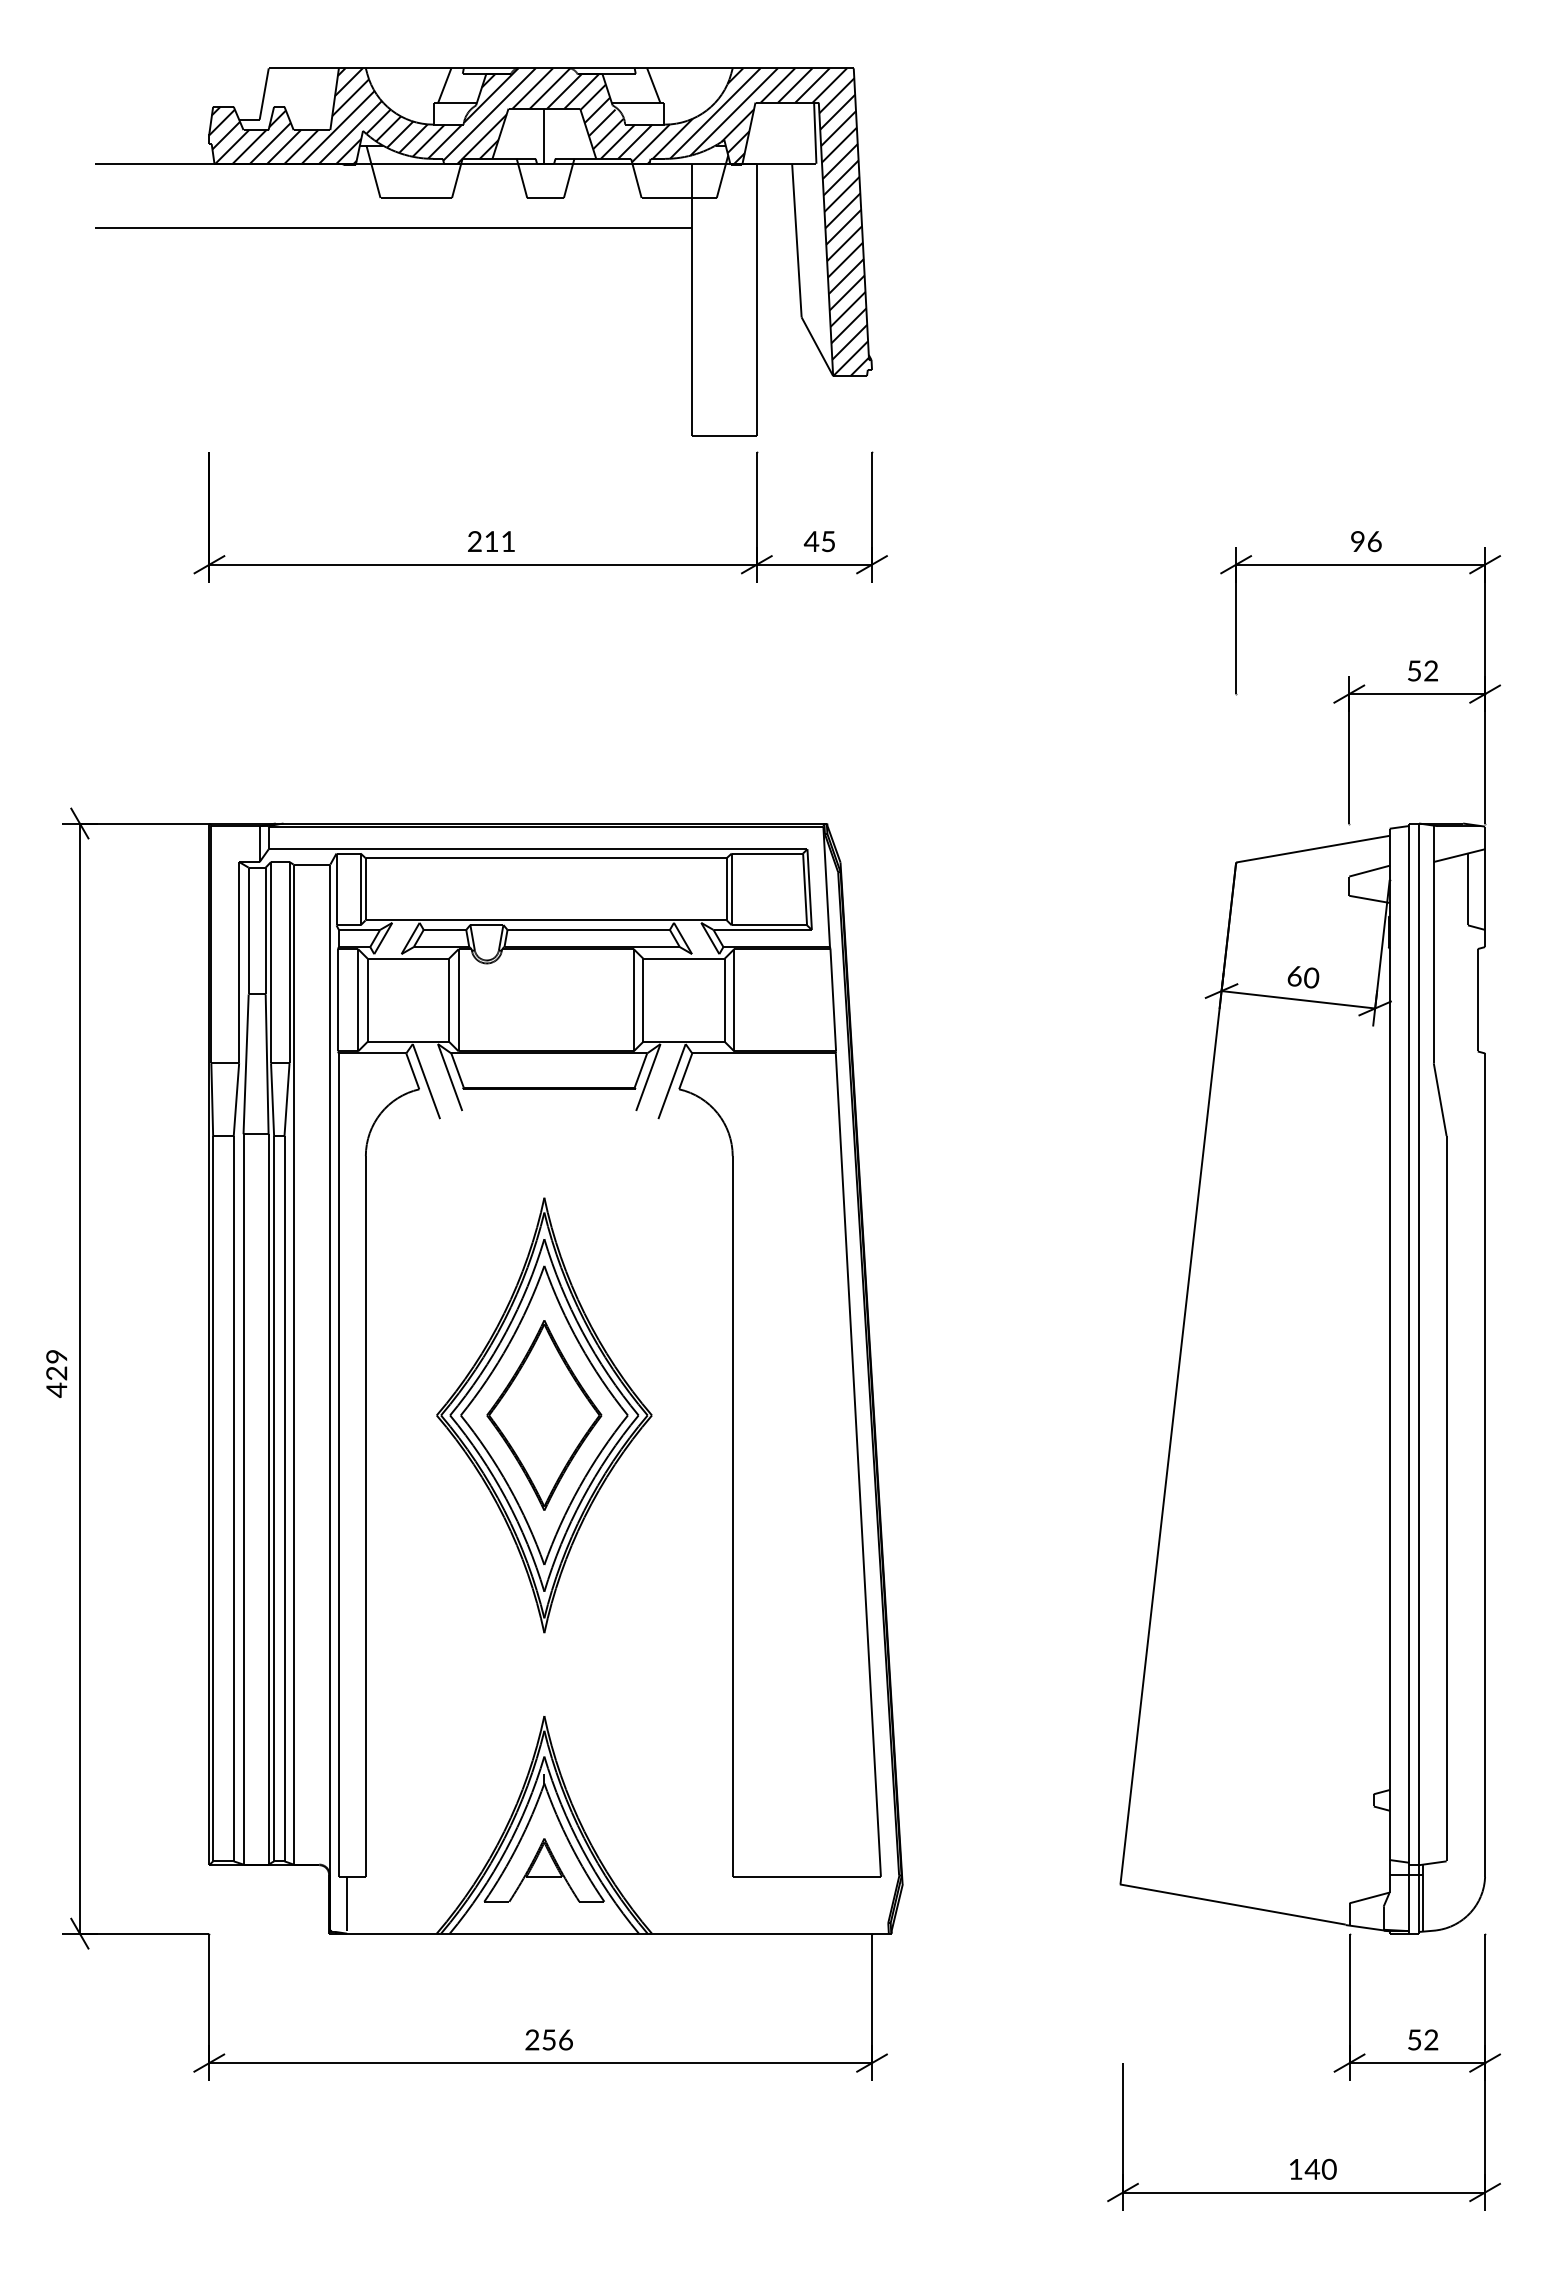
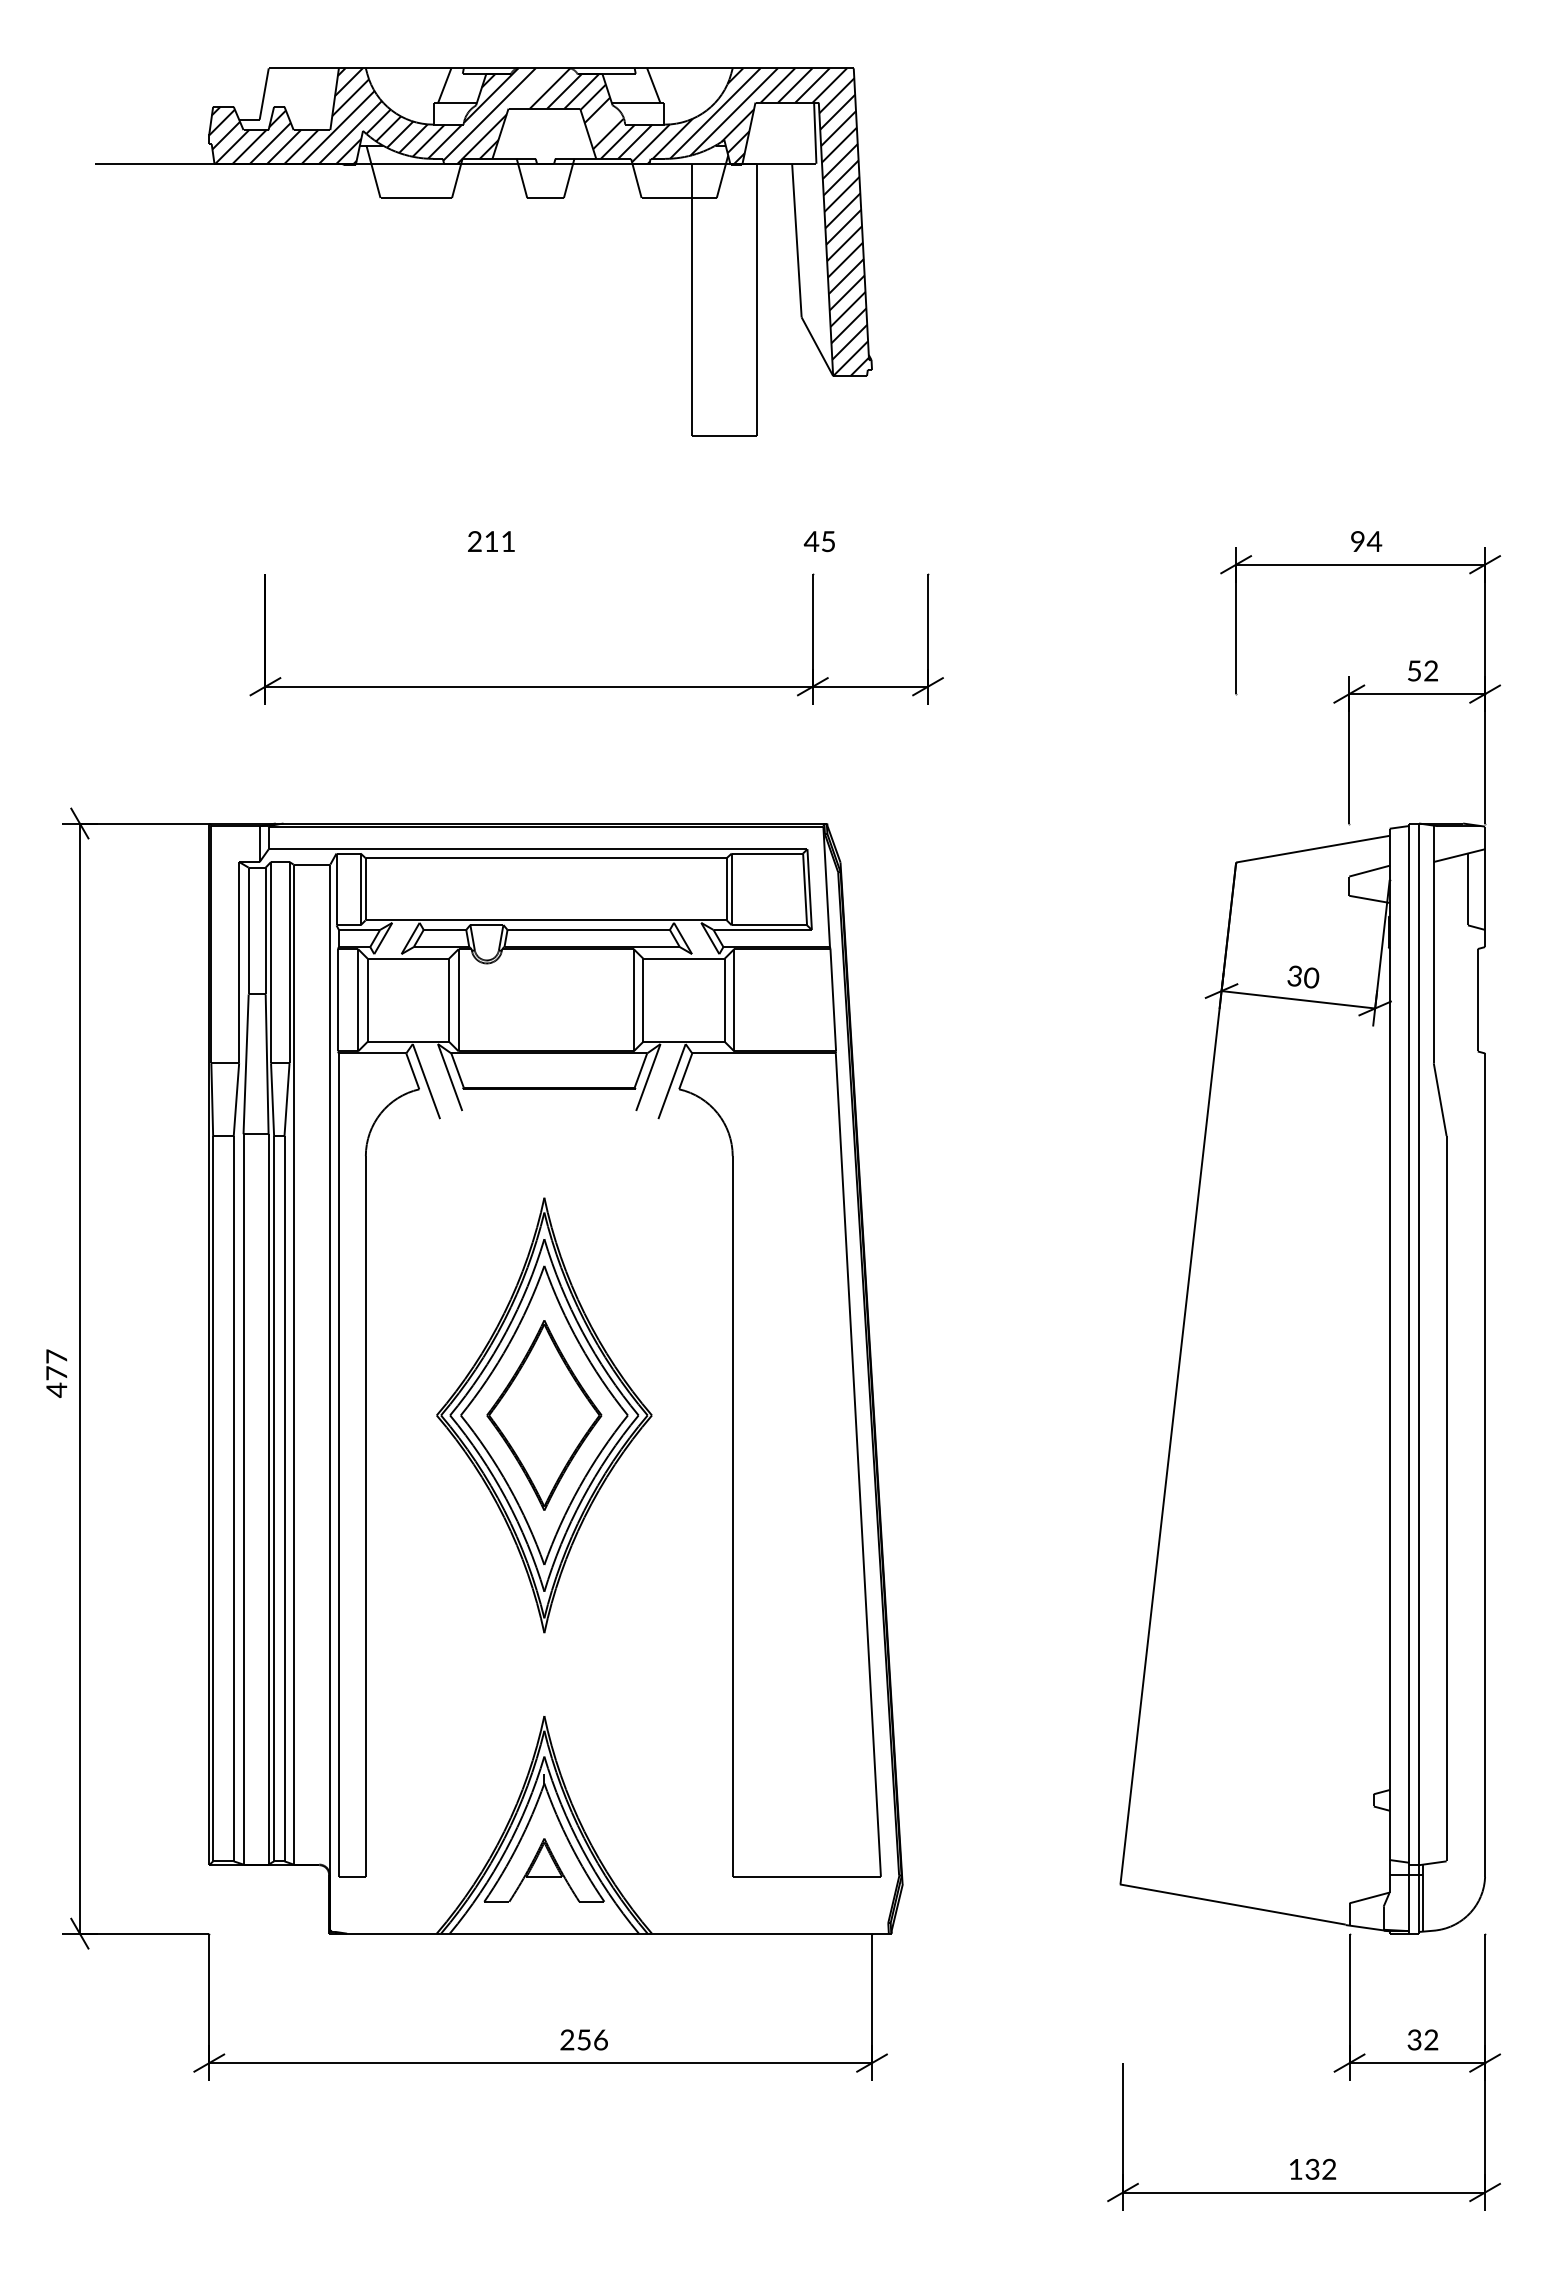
line at (532, 88): present -> none
line at (601, 122): present -> none
line at (544, 135): present -> none
line at (393, 228): present -> none
text at (1374, 541): 96 -> 94
part at (540, 564) position: (540, 564) -> (596, 686)
text at (1294, 975): 60 -> 30
text at (56, 1364): 429 -> 477
line at (347, 1903): present -> none
text at (548, 2039) position: (548, 2039) -> (583, 2039)
text at (1414, 2039): 52 -> 32
text at (1320, 2168): 140 -> 132
